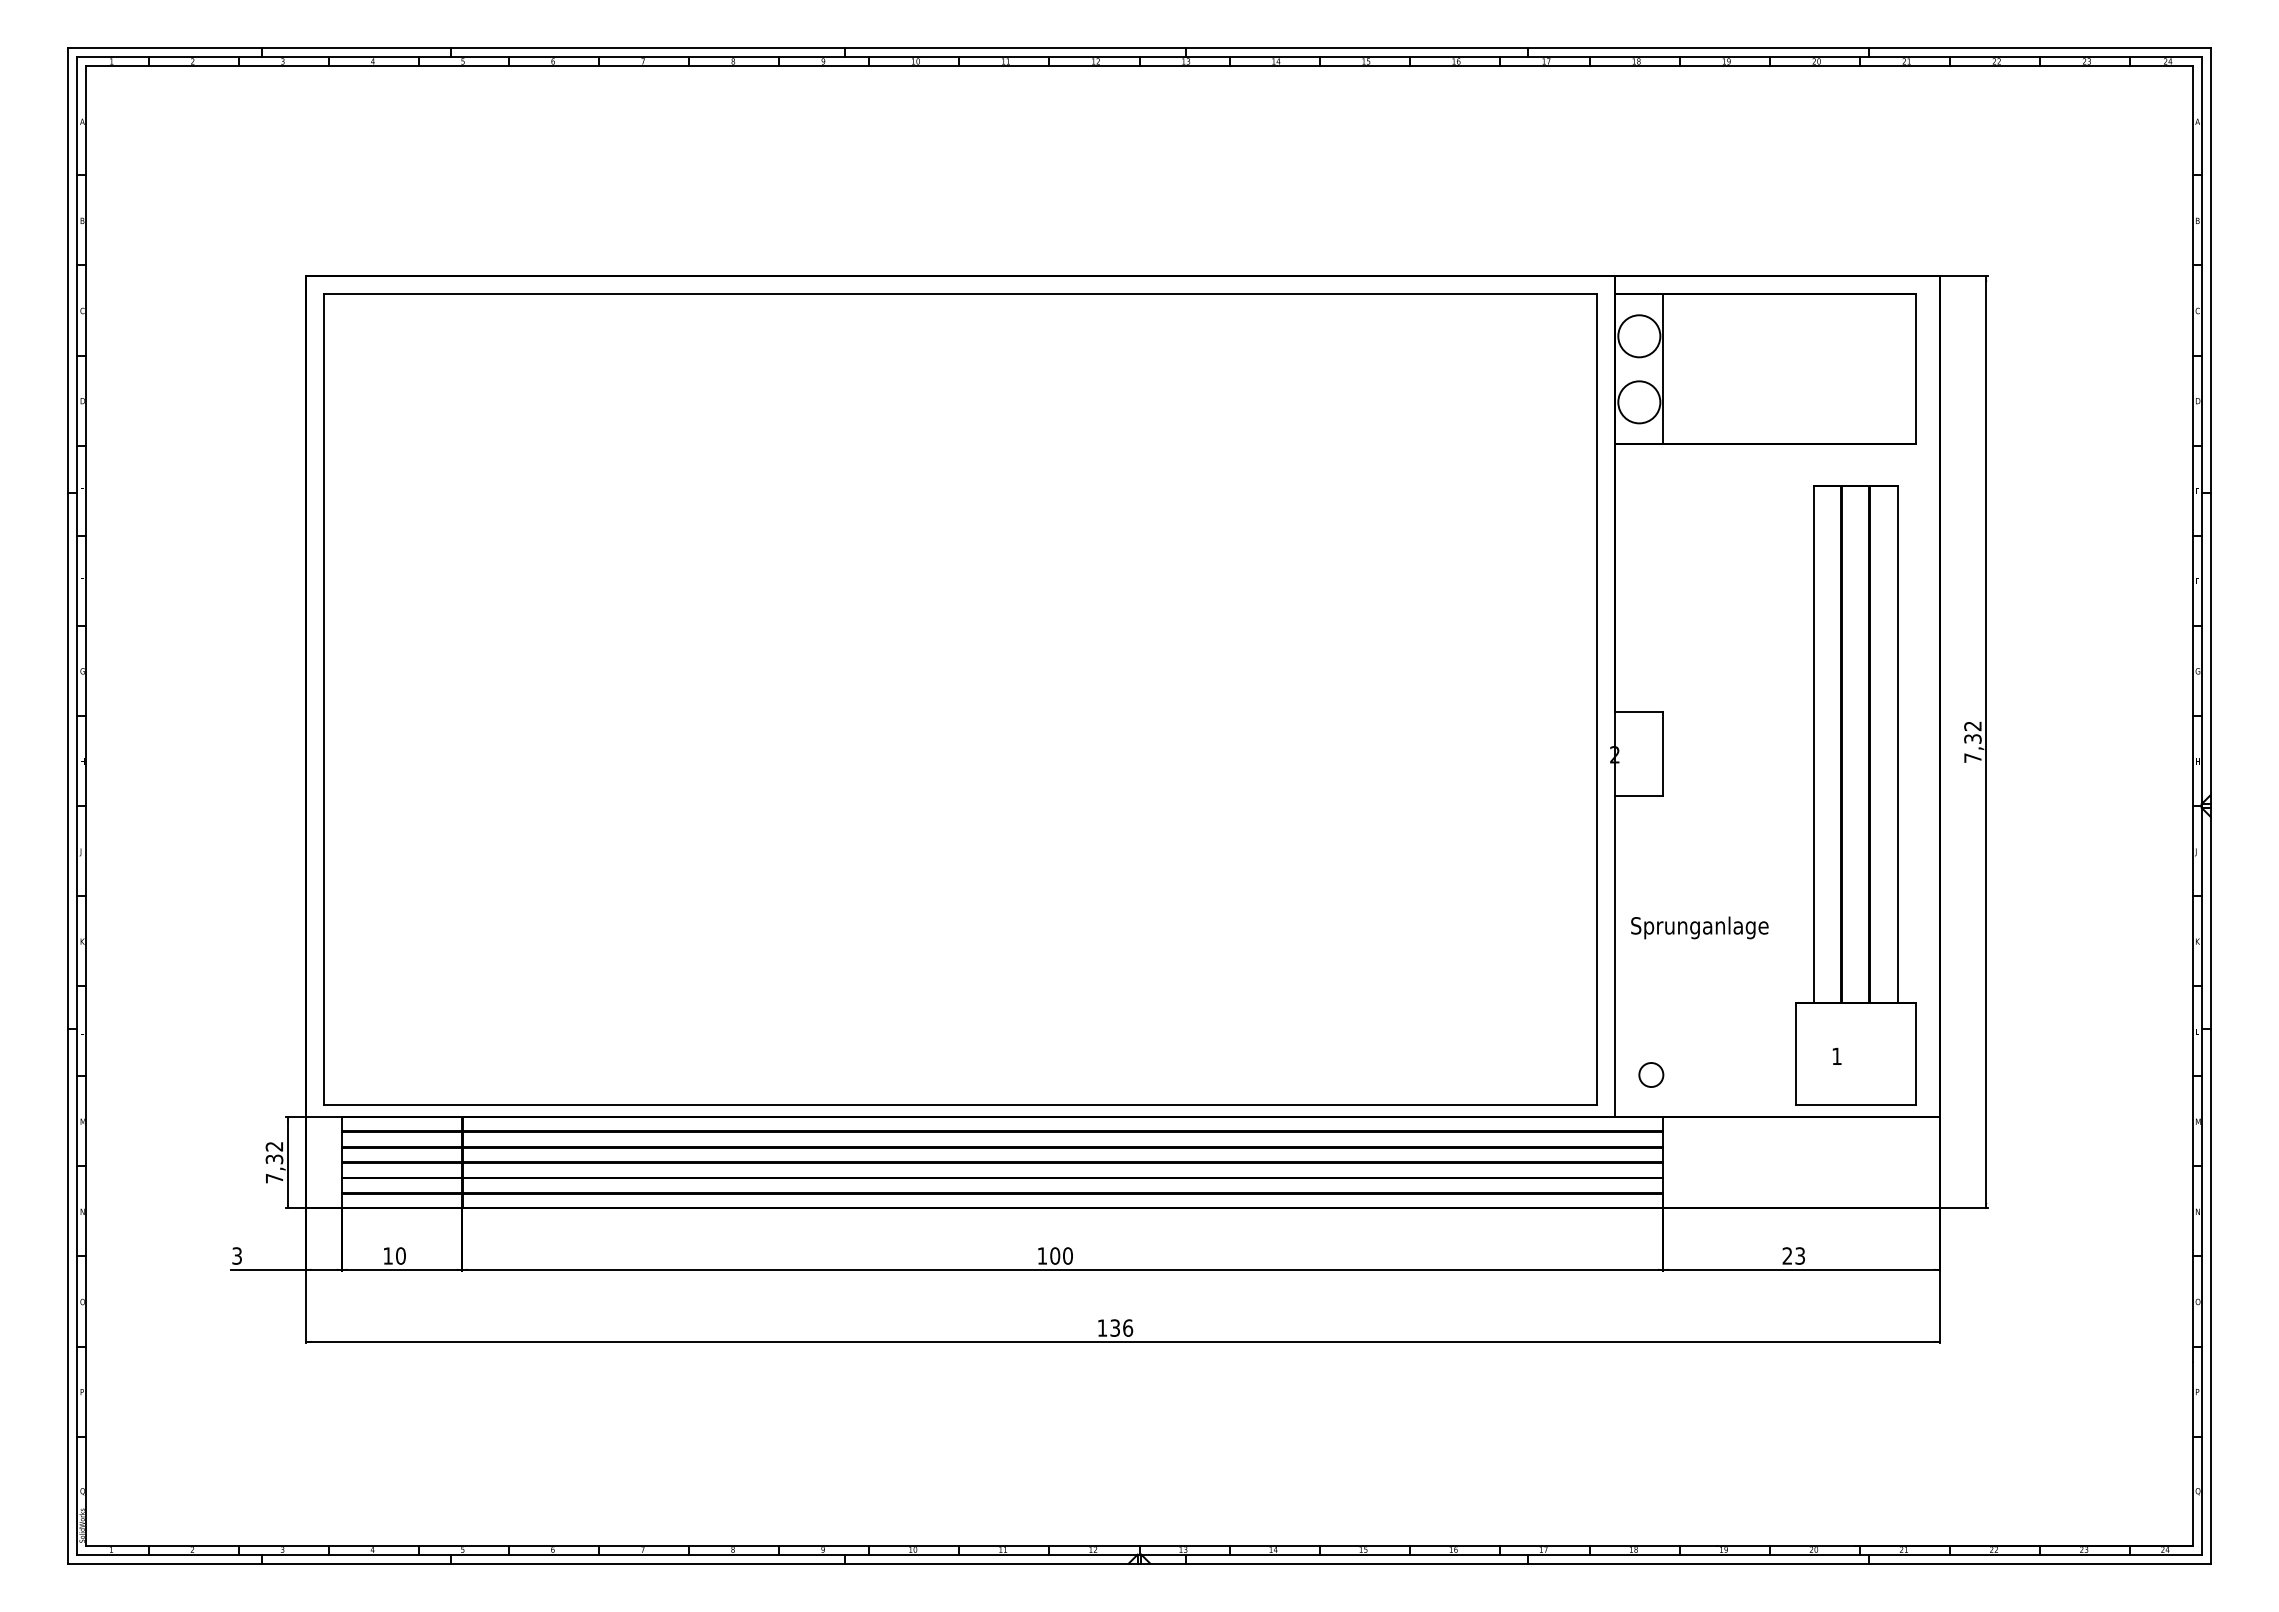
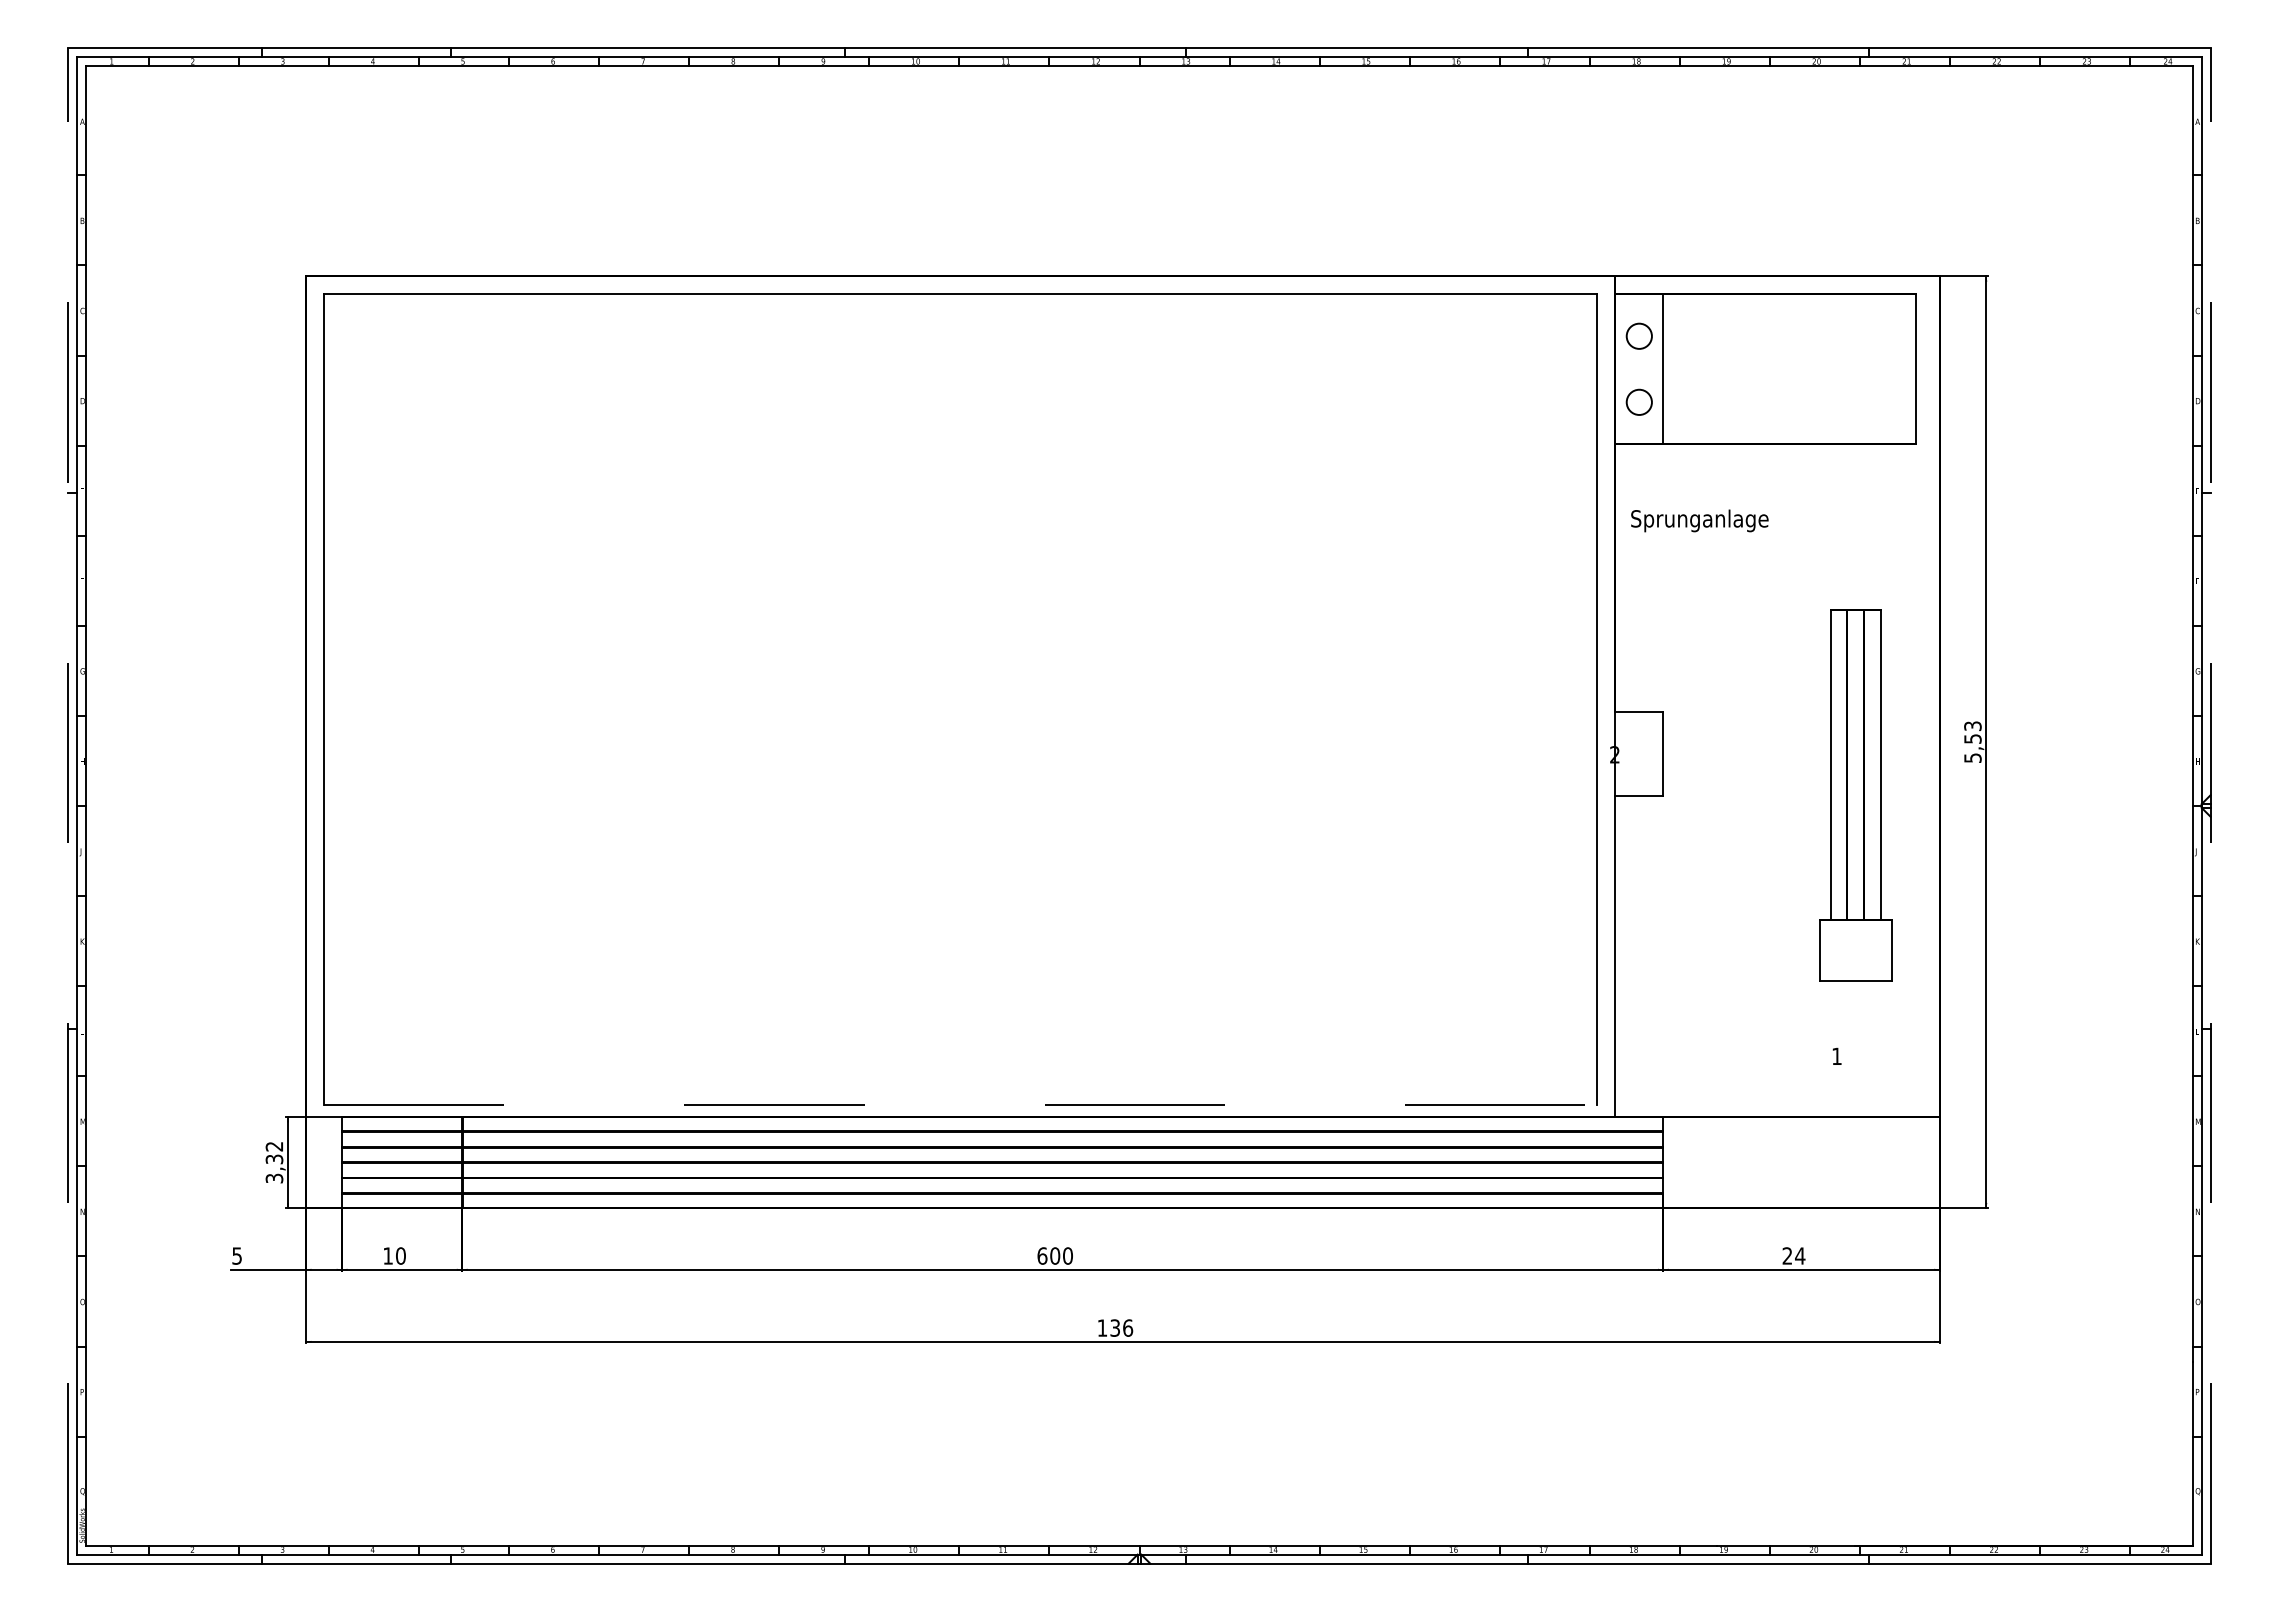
circle at (1639, 336) diameter: 42 px -> 25 px
circle at (1639, 402) diameter: 42 px -> 25 px
text at (1972, 741): 7,32 -> 5,53
part at (1855, 795) size: 122x621 px -> 74x373 px
line at (68, 806): solid -> dashed
line at (2210, 806): solid -> dashed
text at (1699, 927) position: (1699, 927) -> (1699, 520)
circle at (1651, 1074): present -> none
line at (960, 1105): solid -> dashed
text at (274, 1178): 7,32 -> 3,32
text at (236, 1255): 3 -> 5
text at (1042, 1255): 100 -> 600
text at (1800, 1255): 23 -> 24
